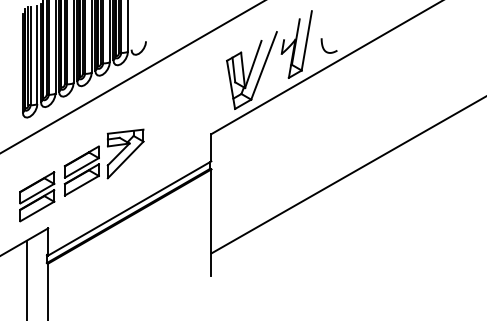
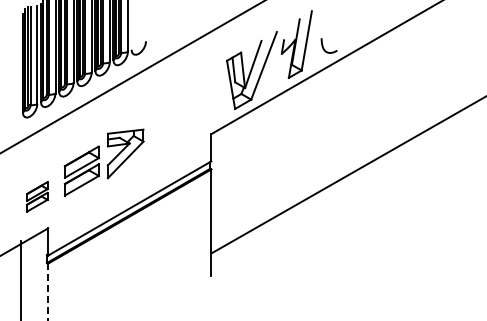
part at (37, 196) size: 37x52 px -> 23x32 px
line at (26, 278) position: (26, 278) -> (20, 278)
line at (48, 291): solid -> dashed
